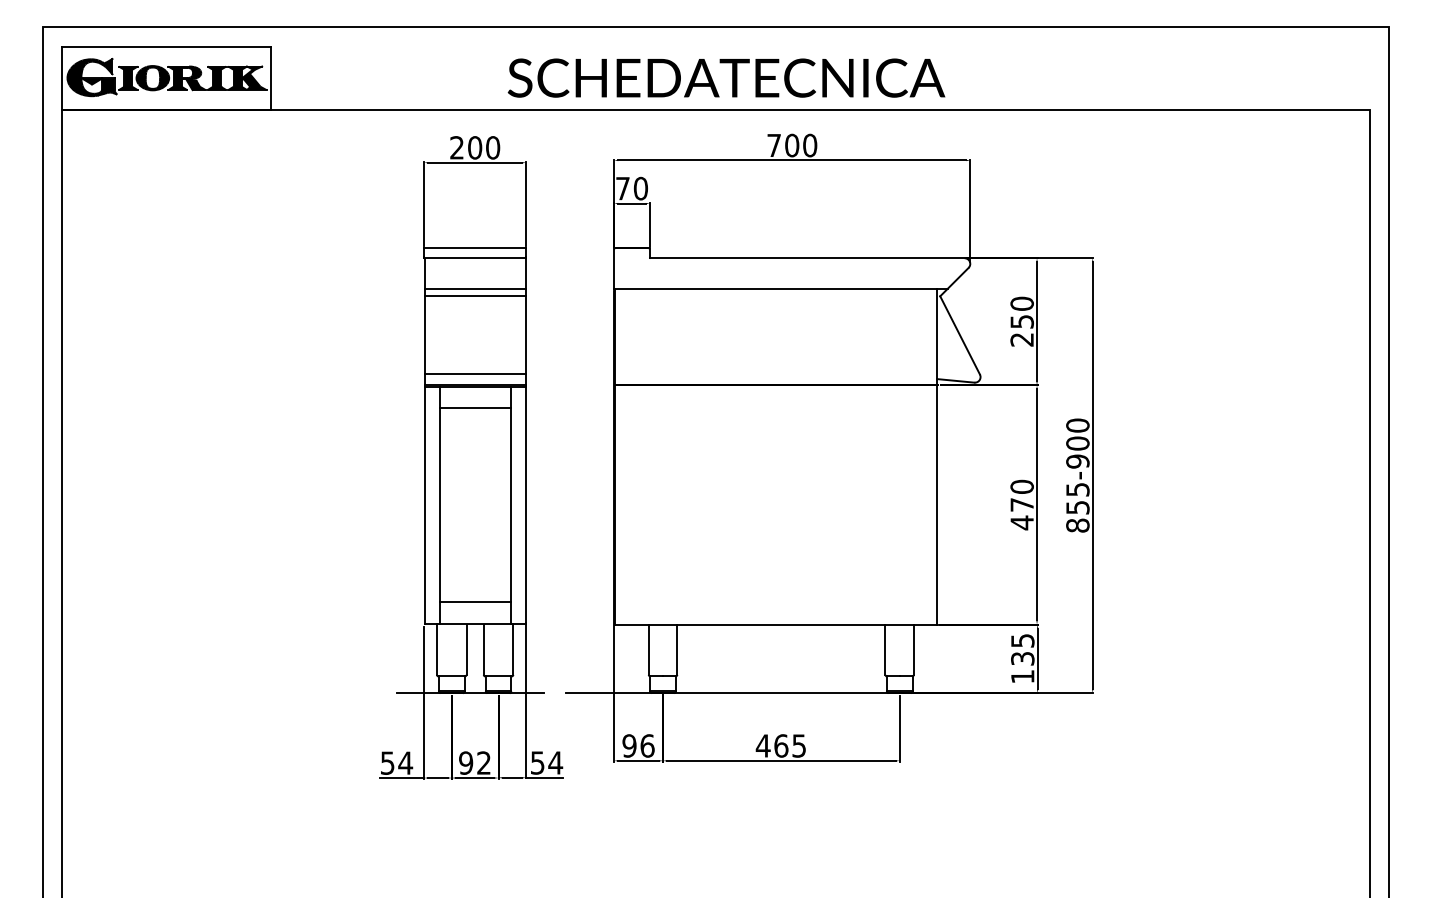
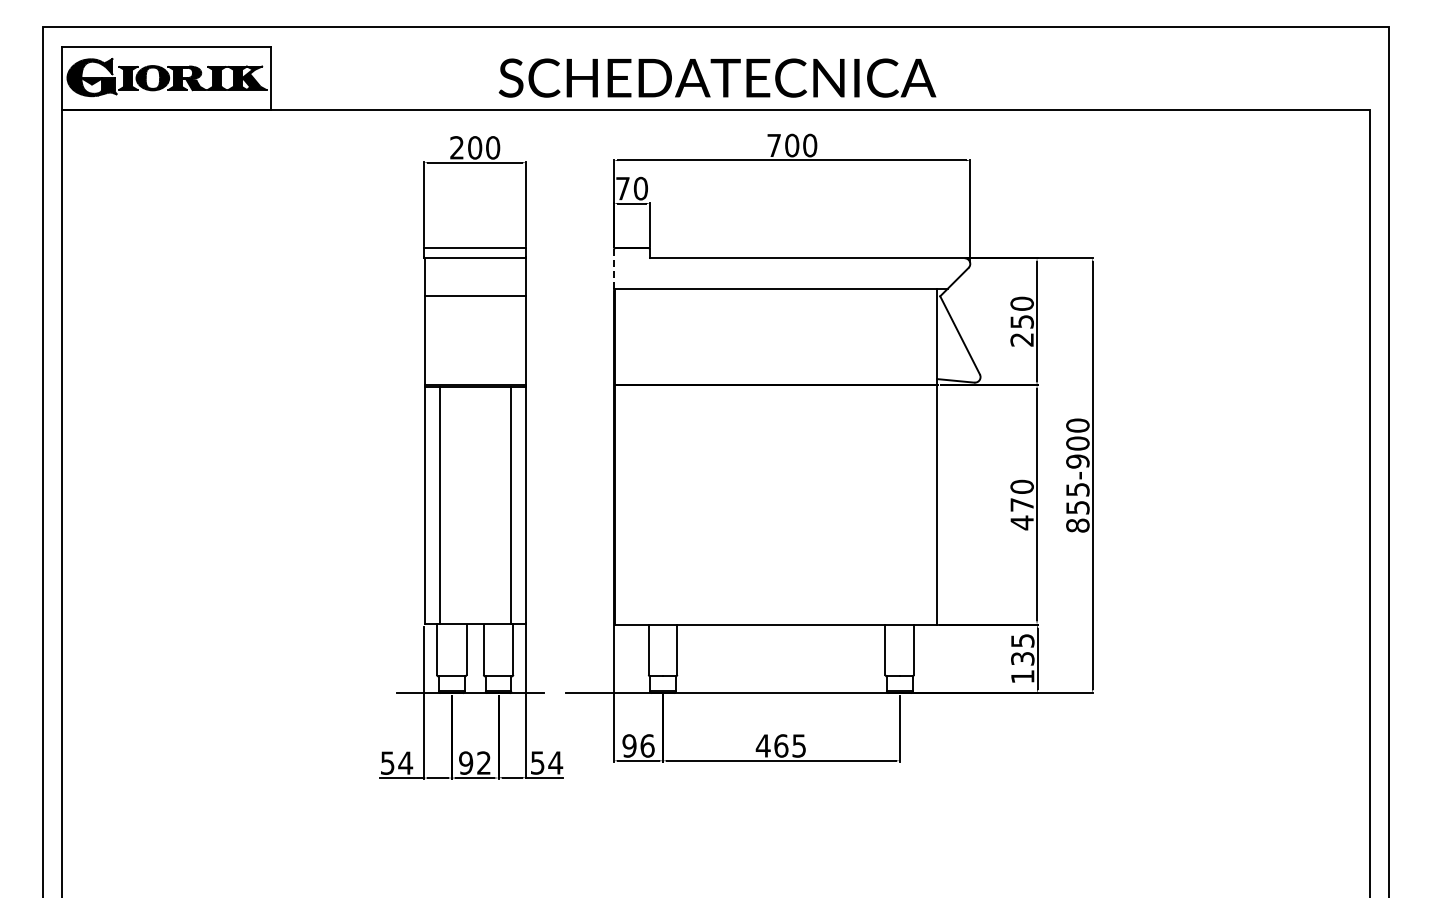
text at (726, 77) position: (726, 77) -> (717, 77)
line at (614, 269): solid -> dashed
line at (474, 288): present -> none
line at (475, 374): present -> none
line at (474, 408): present -> none
line at (474, 601): present -> none
